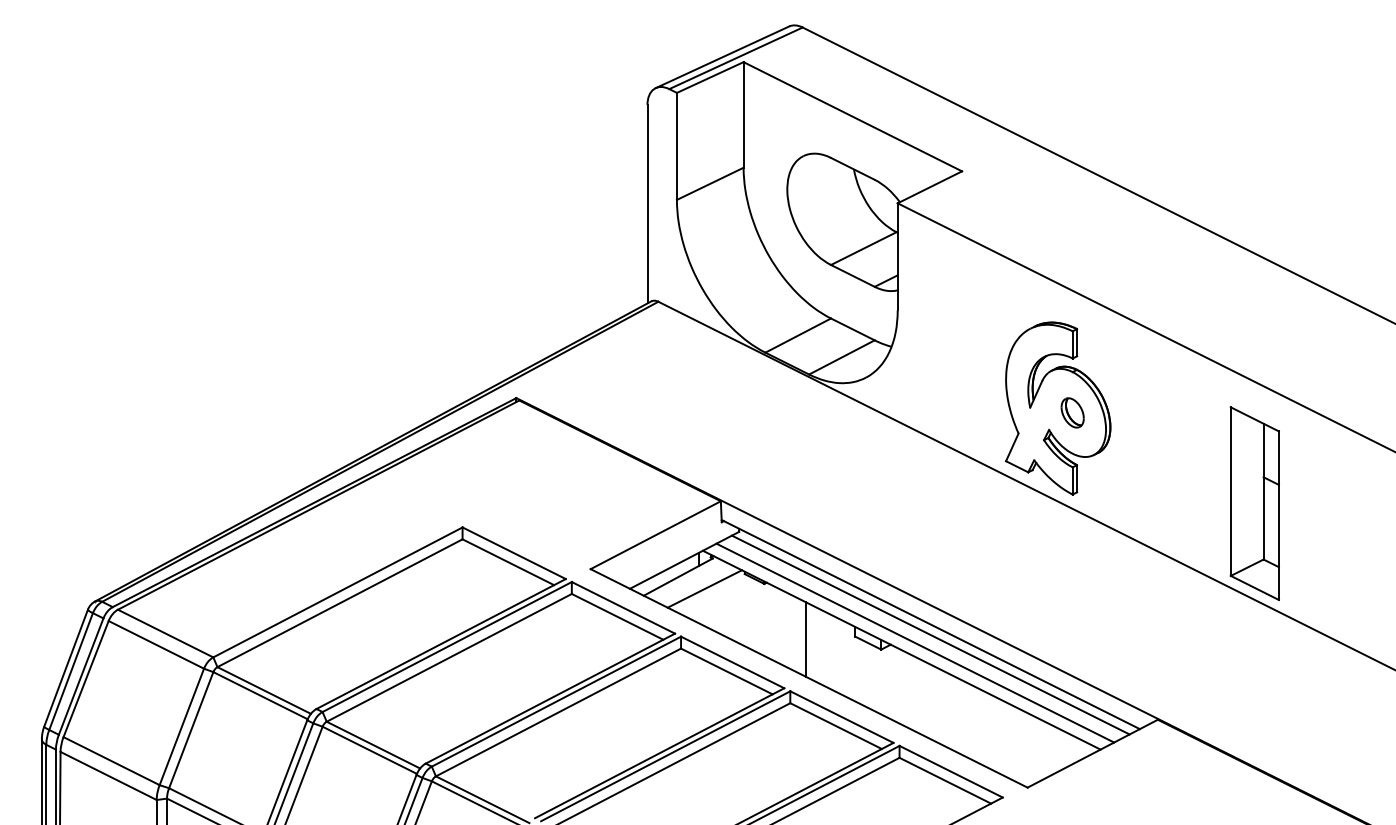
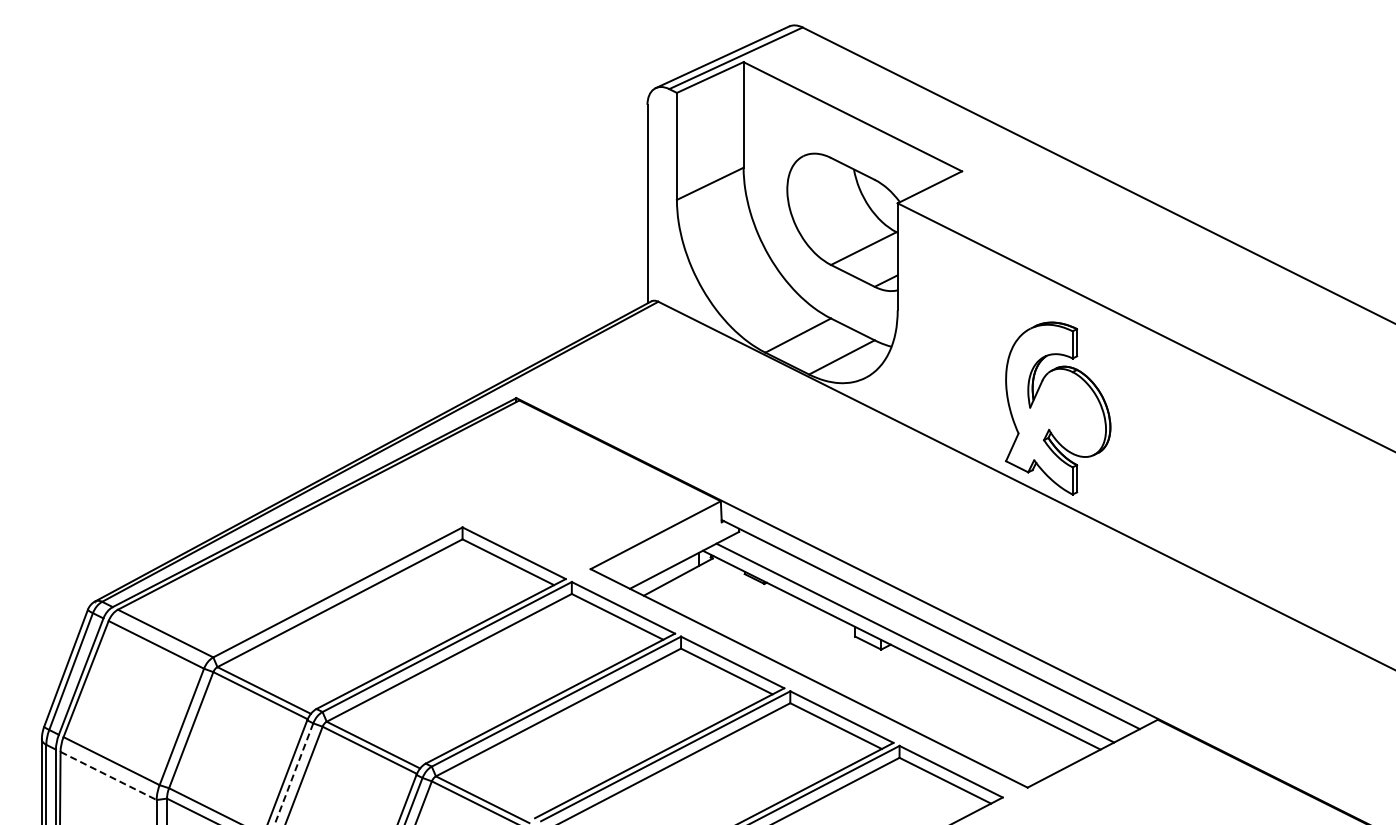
part at (1072, 412): present -> none
part at (1254, 503): present -> none
line at (704, 588): present -> none
line at (930, 634): present -> none
line at (805, 639): present -> none
line at (293, 774): solid -> dashed
line at (108, 775): solid -> dashed
